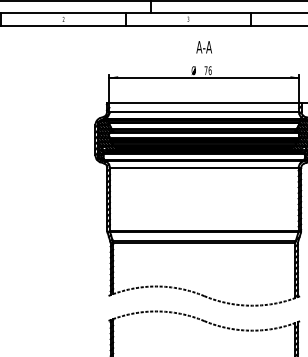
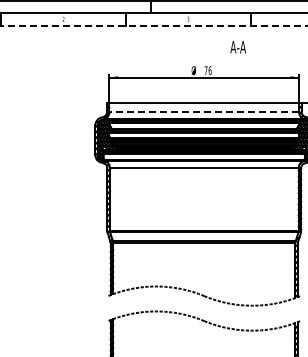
line at (153, 25): solid -> dashed
text at (203, 47) position: (203, 47) -> (237, 47)
line at (204, 112): solid -> dashed
